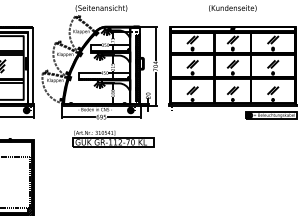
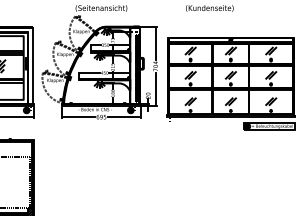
text at (232, 8) position: (232, 8) -> (209, 8)
part at (232, 72) position: (232, 72) -> (230, 83)
part at (113, 138): present -> none
